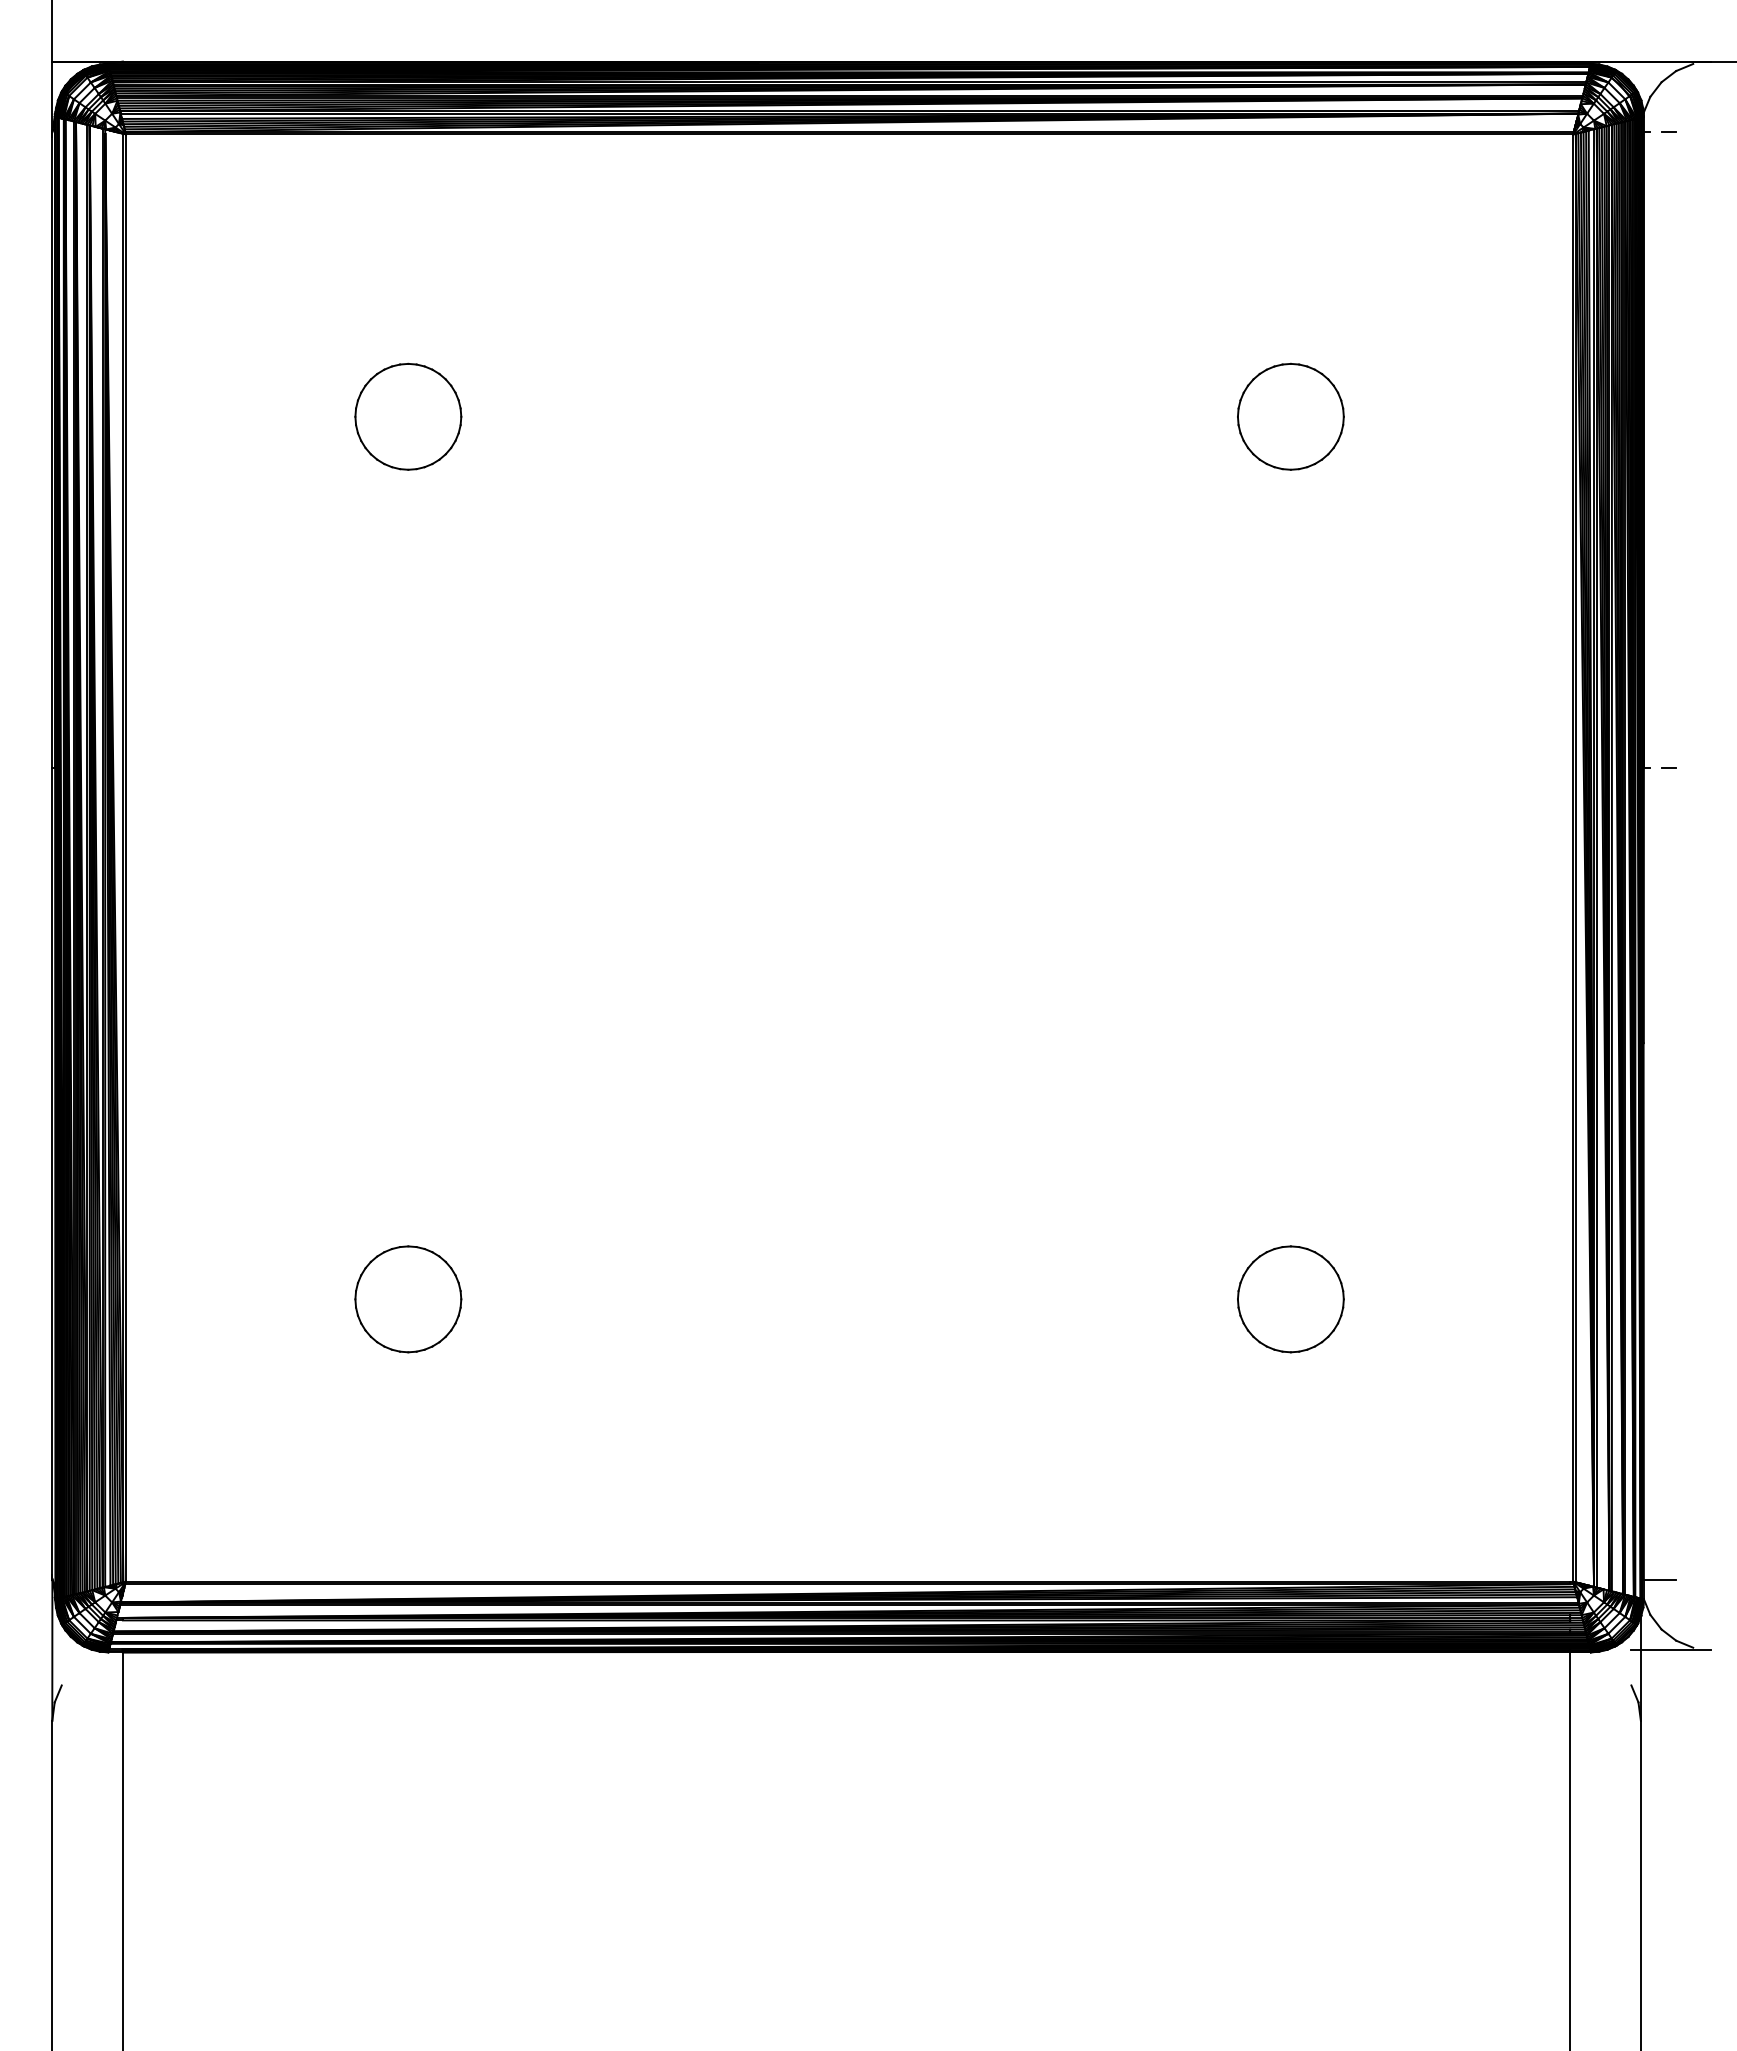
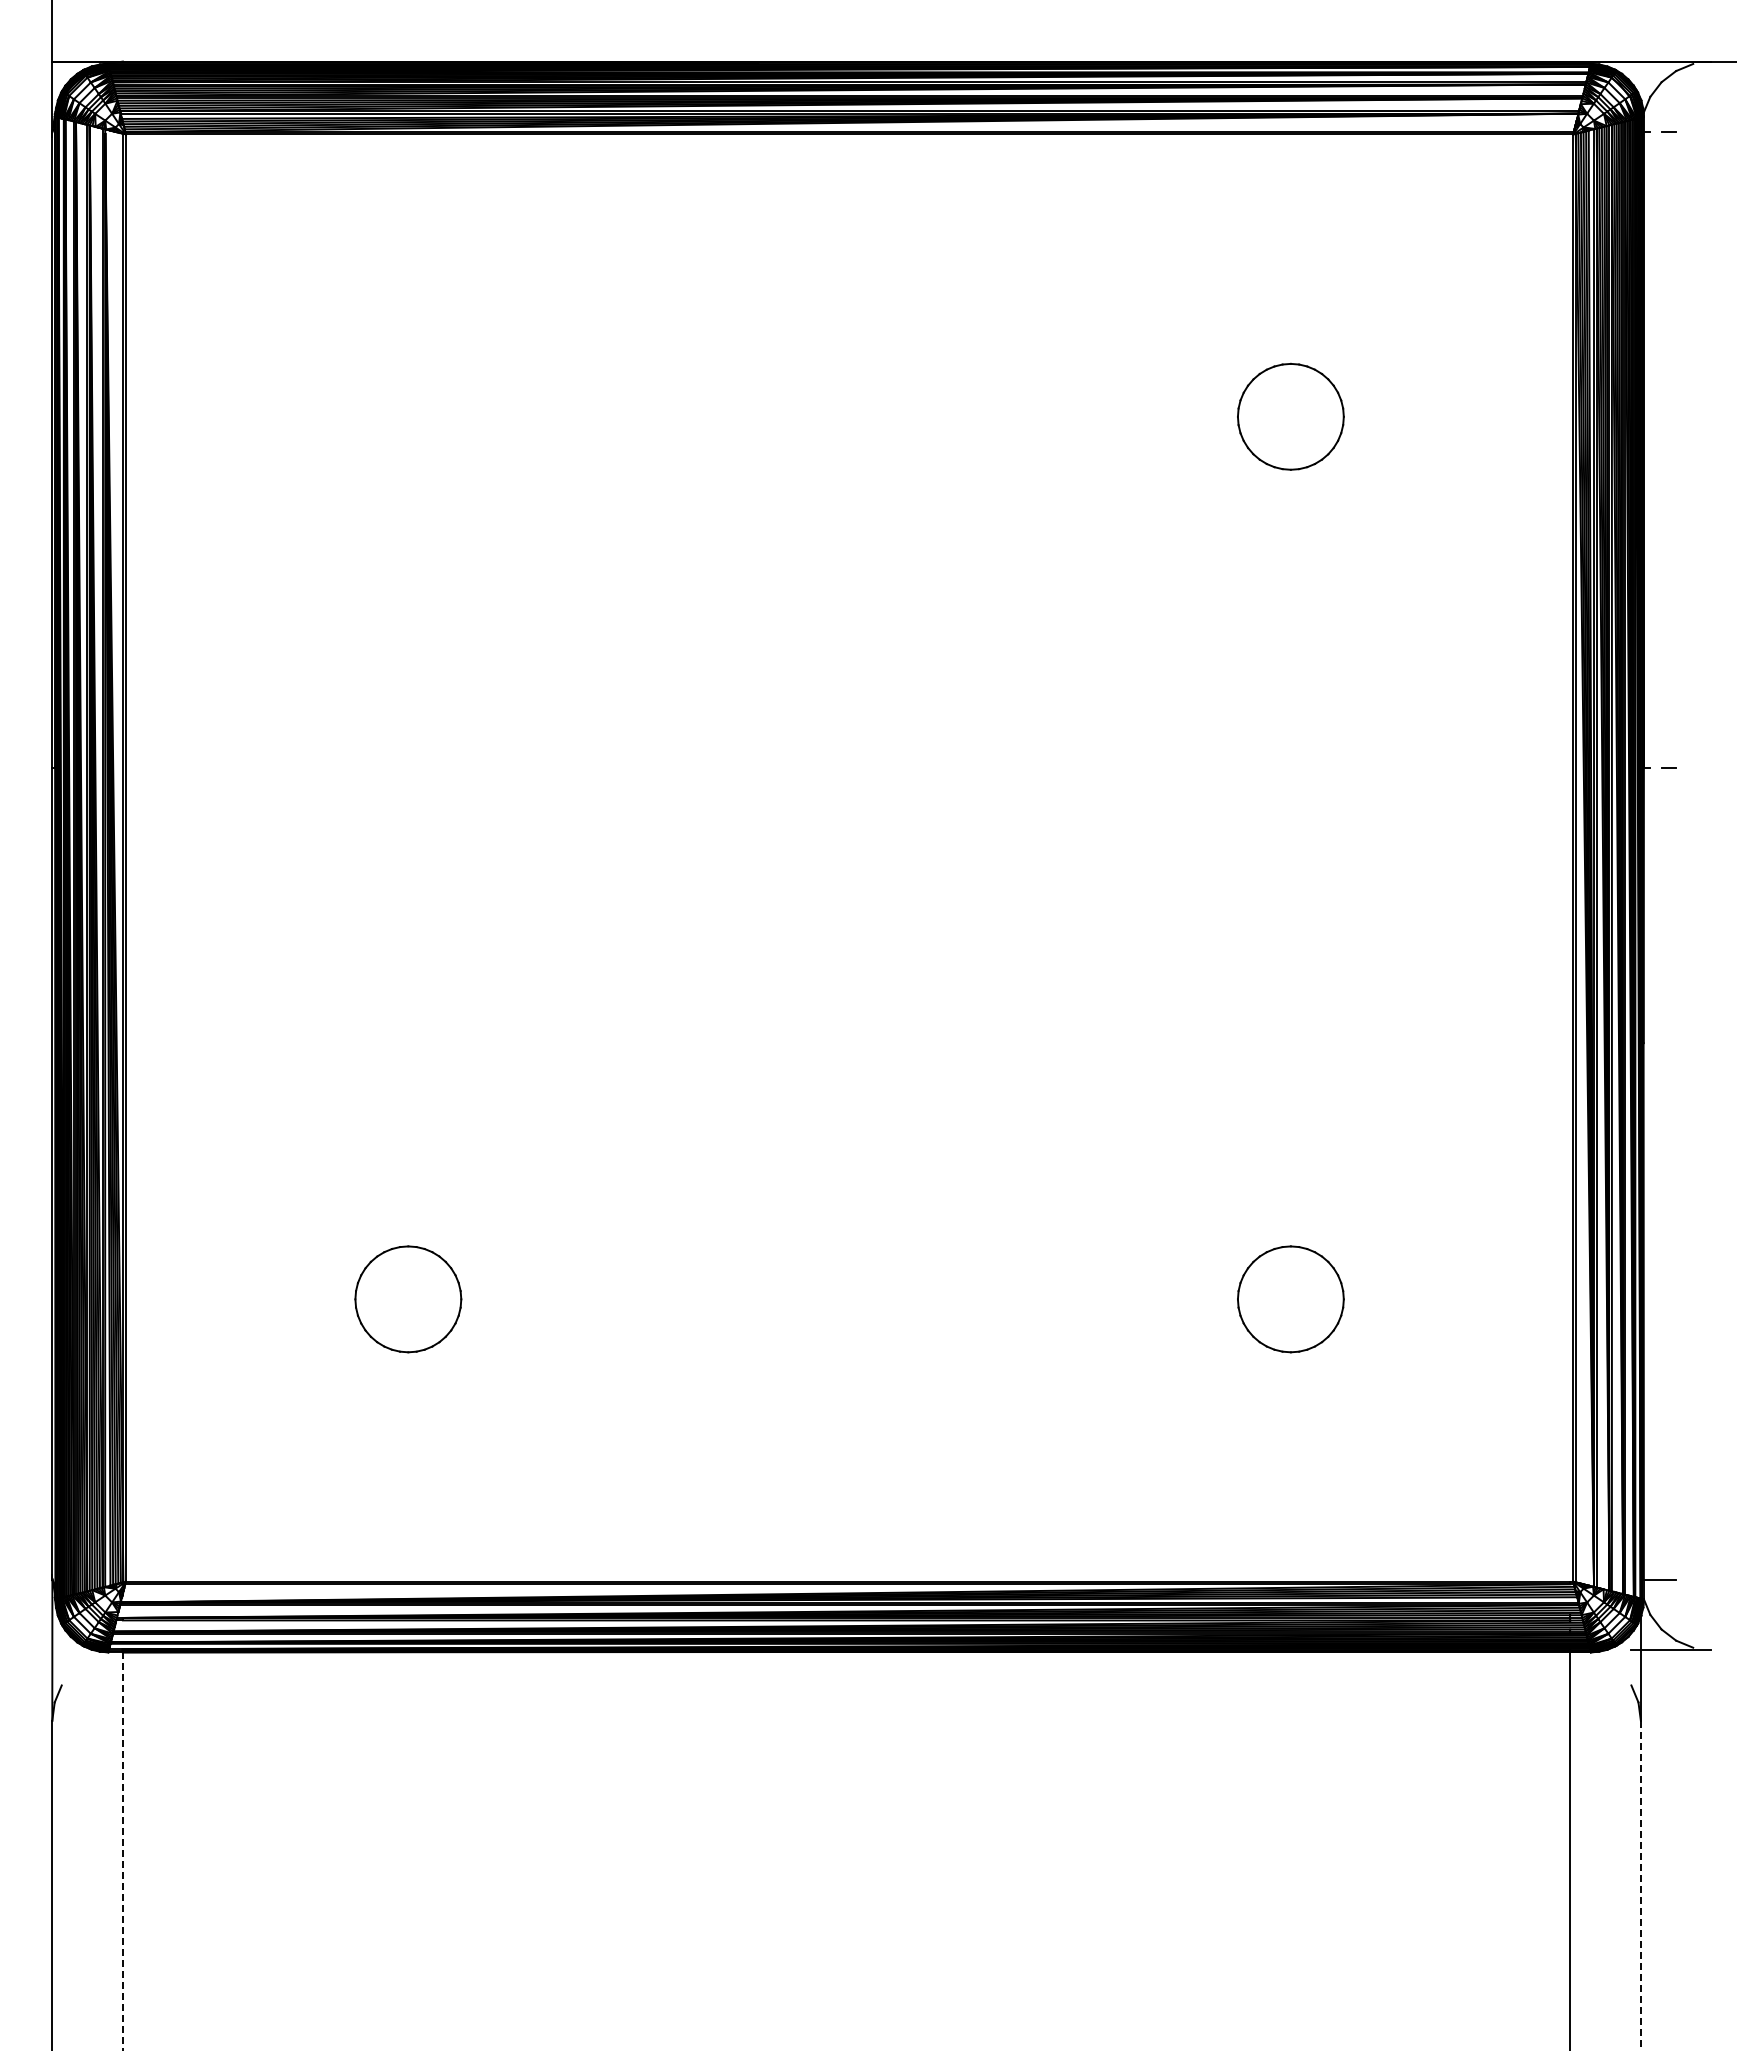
part at (408, 416): present -> none
line at (122, 1852): solid -> dashed
line at (1640, 1885): solid -> dashed
